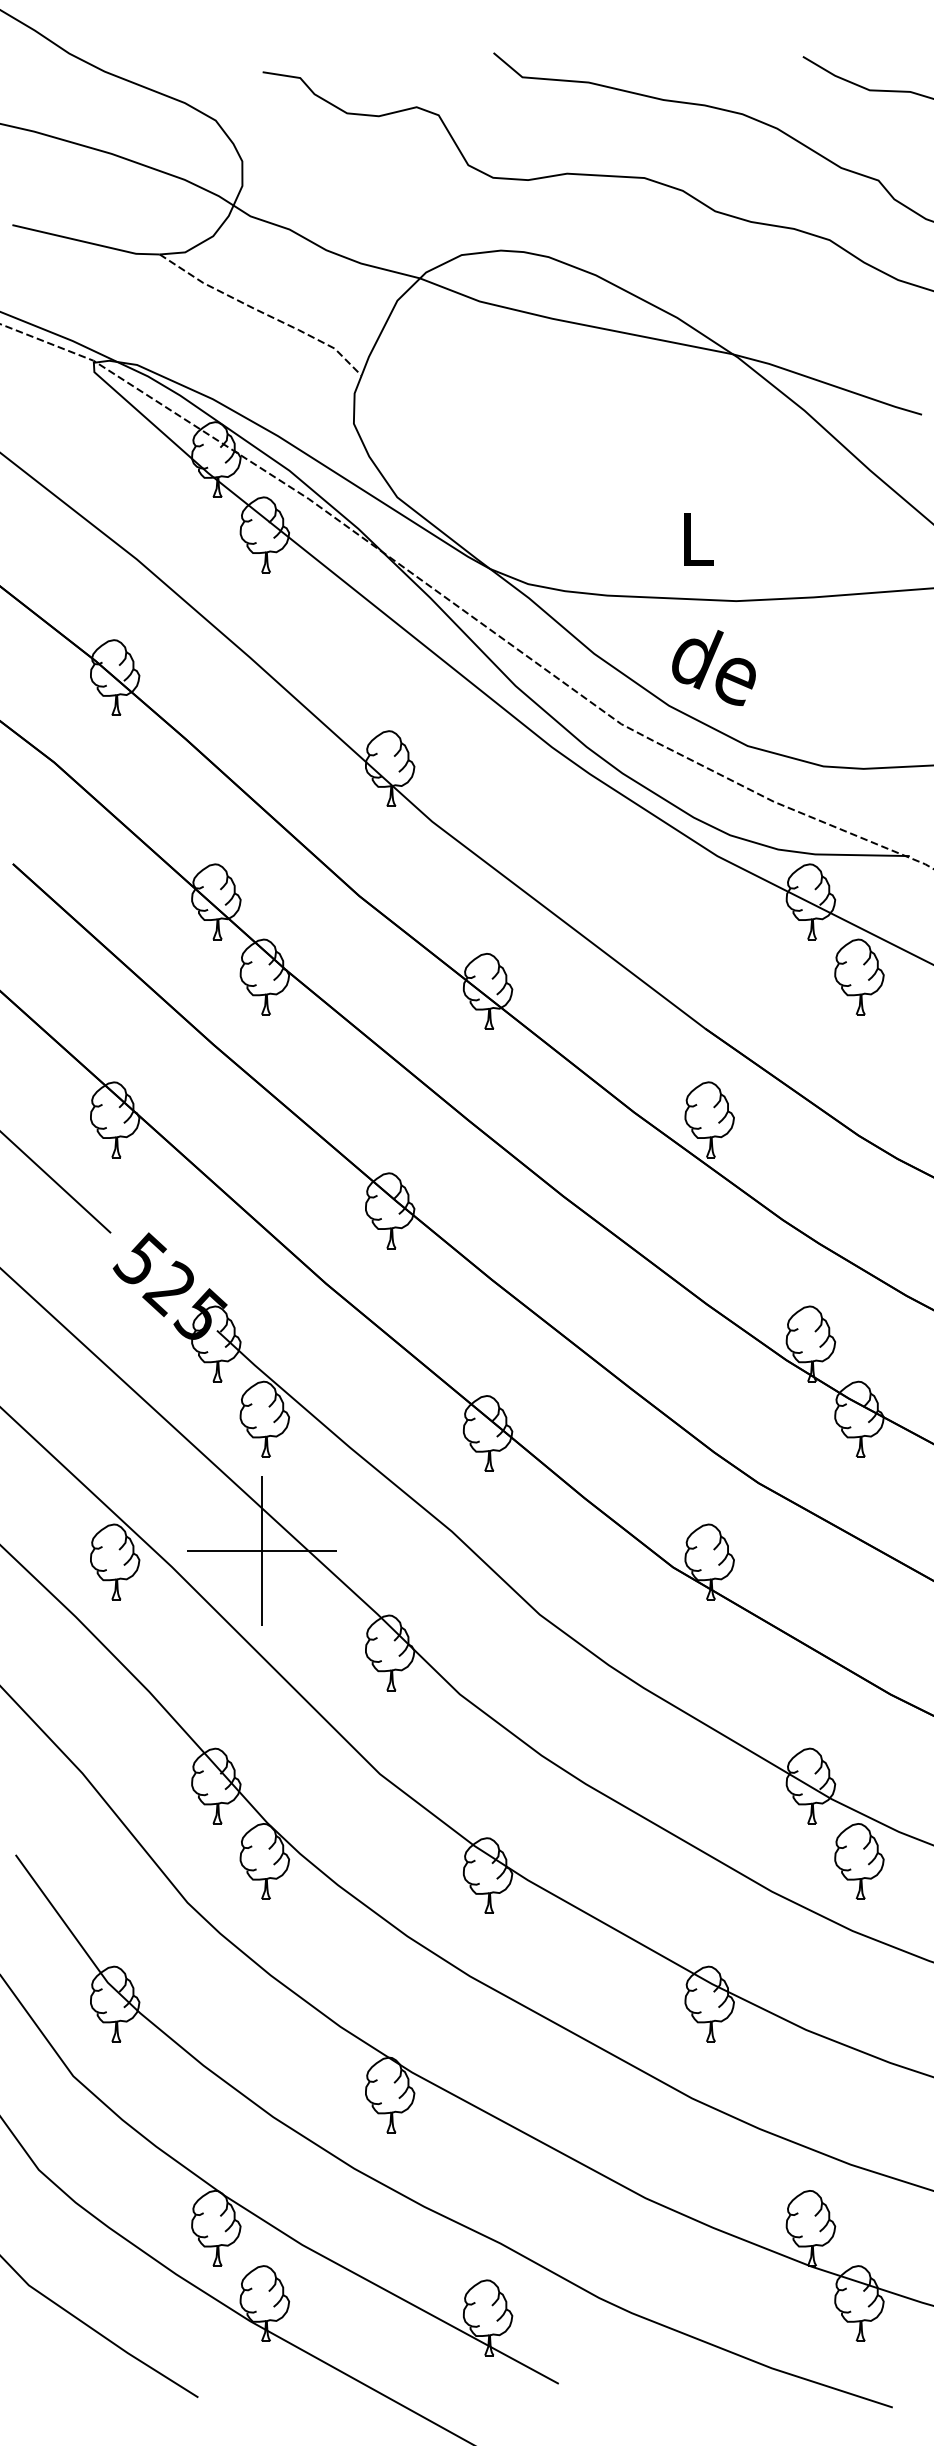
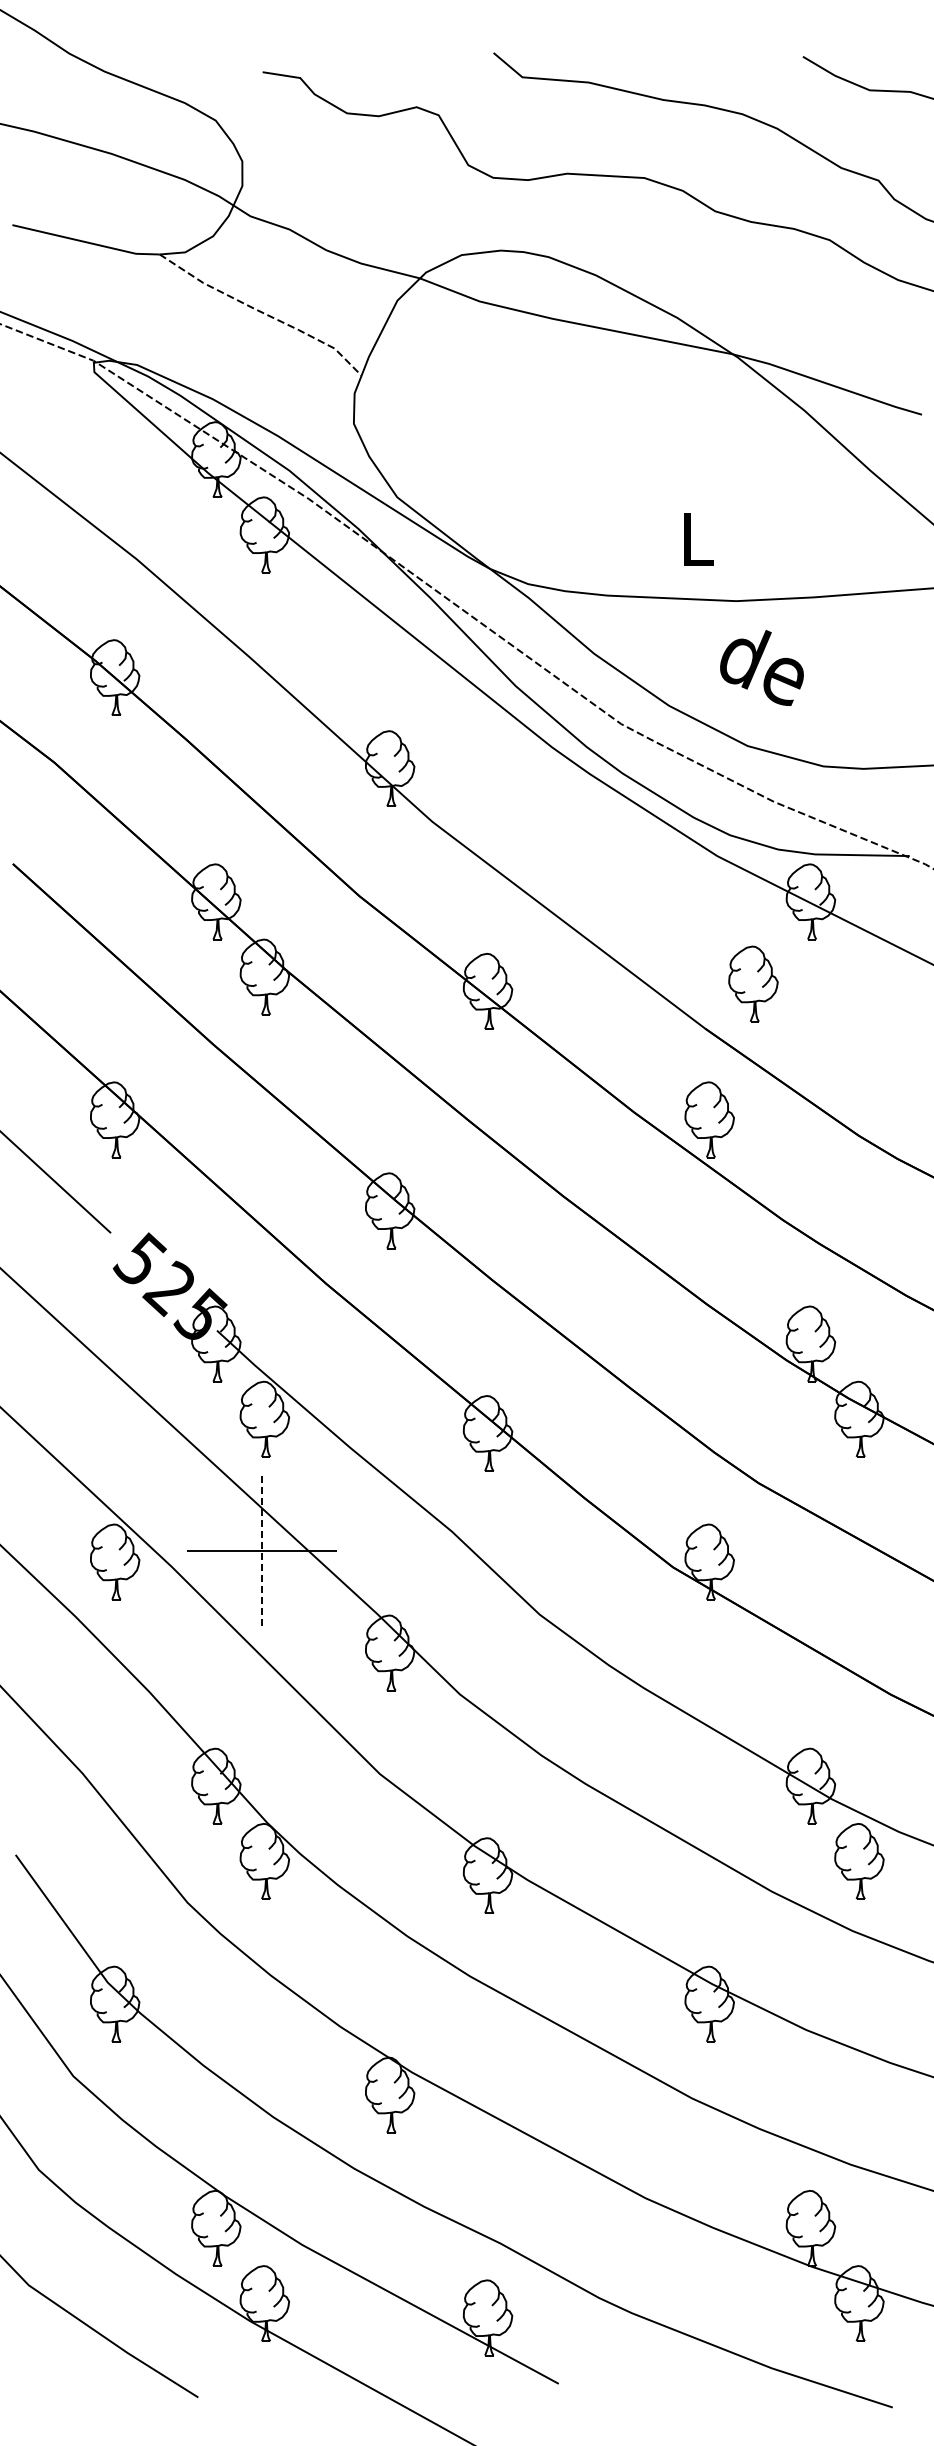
text at (713, 667) position: (713, 667) -> (761, 667)
part at (859, 976) position: (859, 976) -> (753, 983)
line at (262, 1550): solid -> dashed
